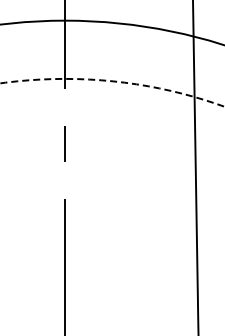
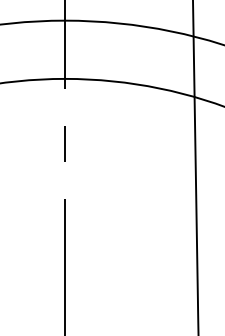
circle at (112, 92): dashed -> solid
